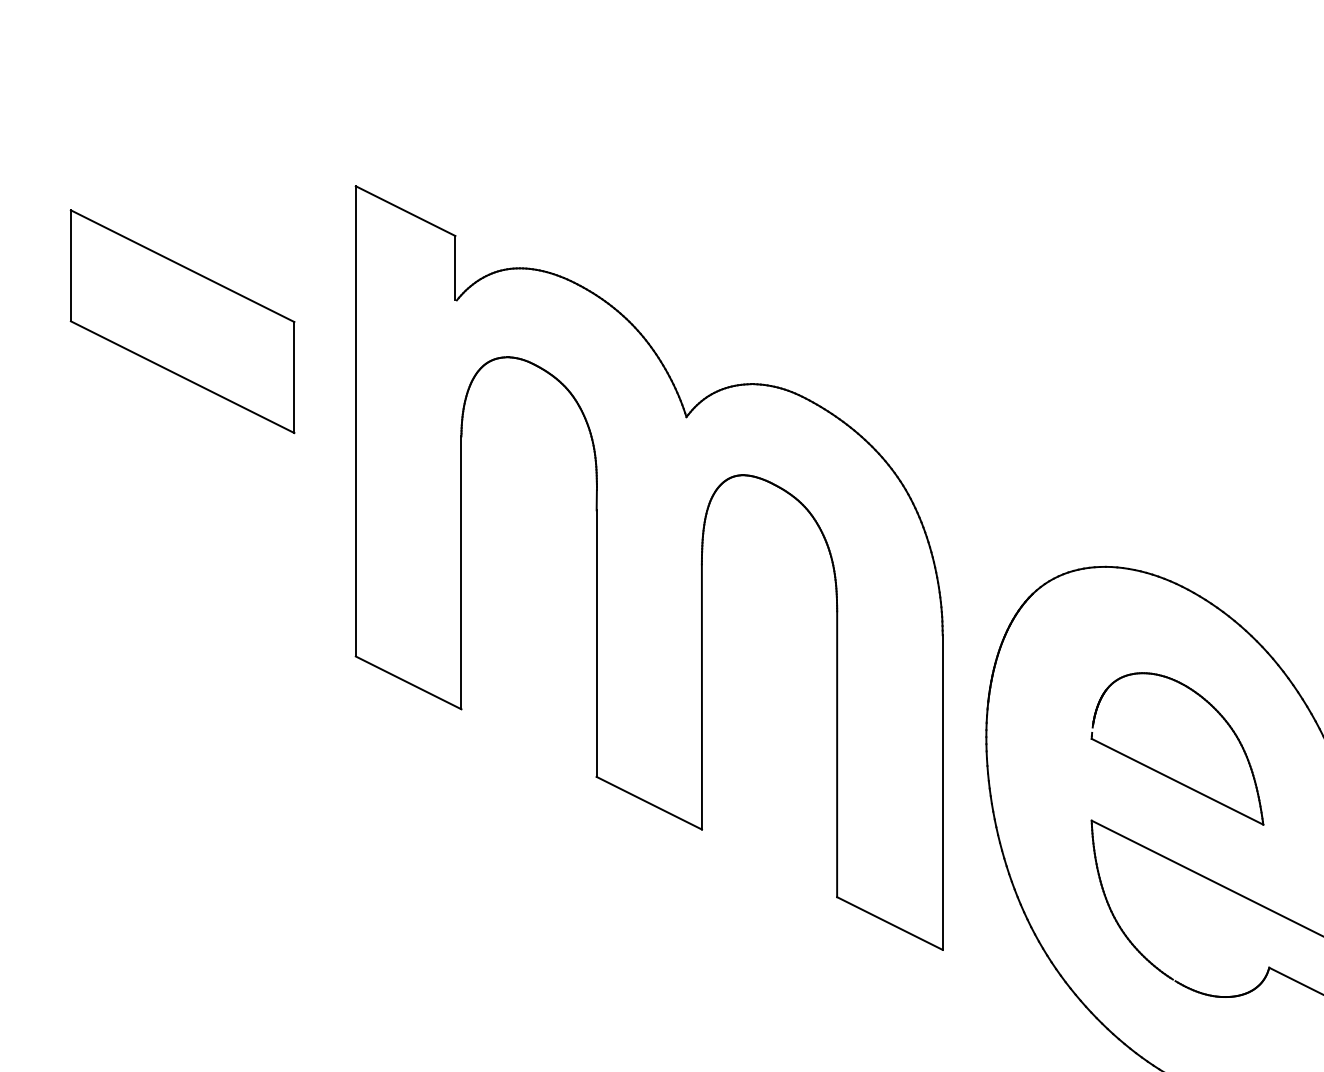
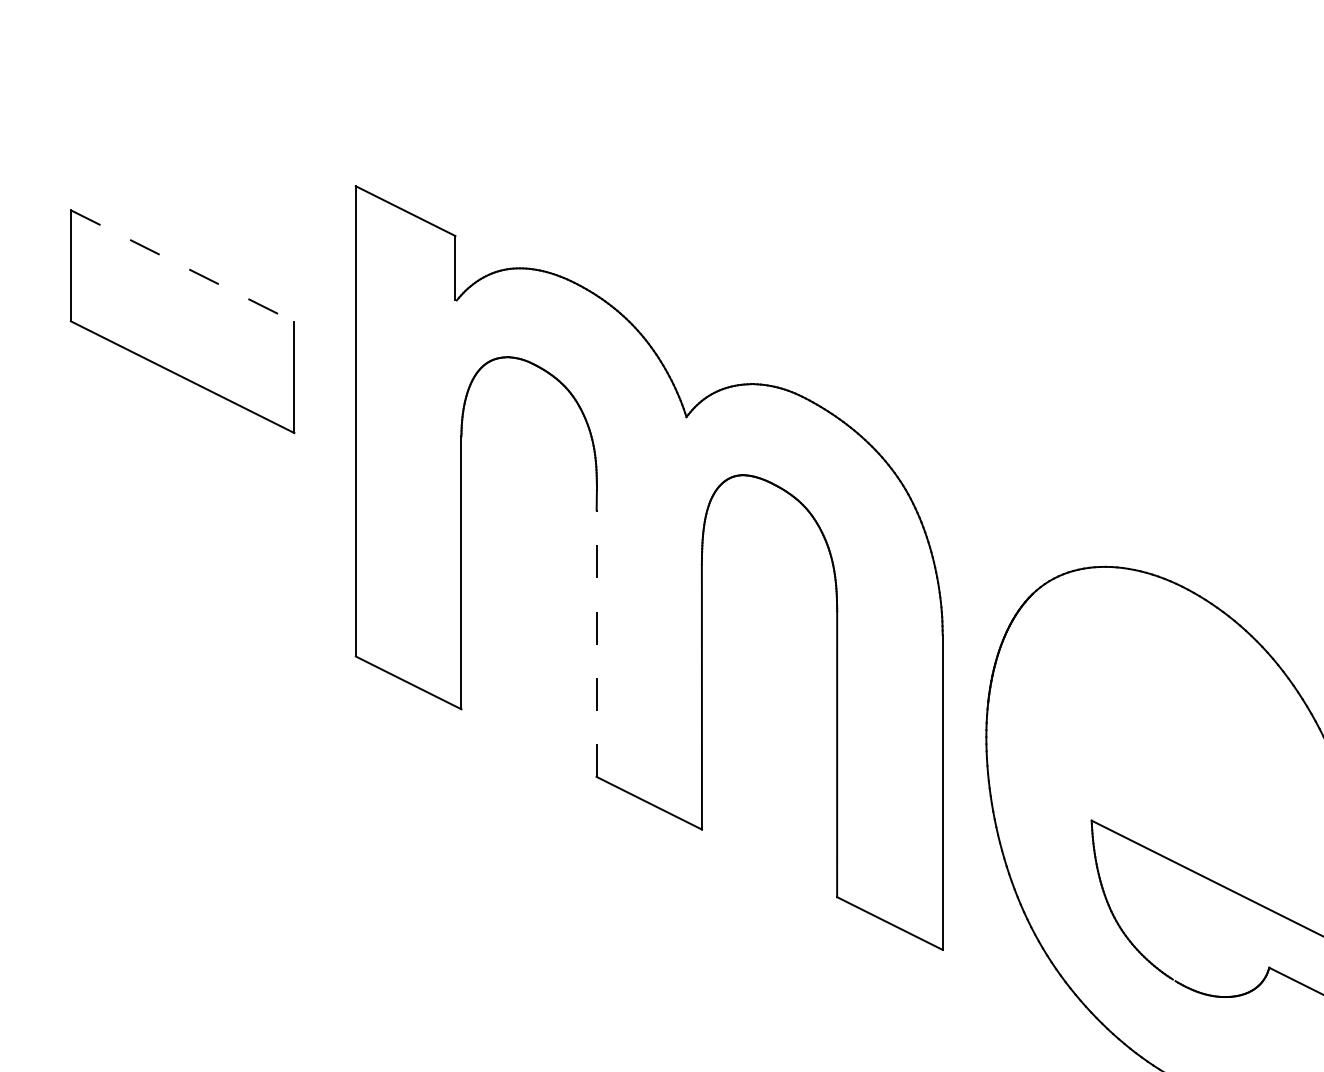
line at (182, 266): solid -> dashed
line at (596, 643): solid -> dashed
part at (1165, 774): present -> none
